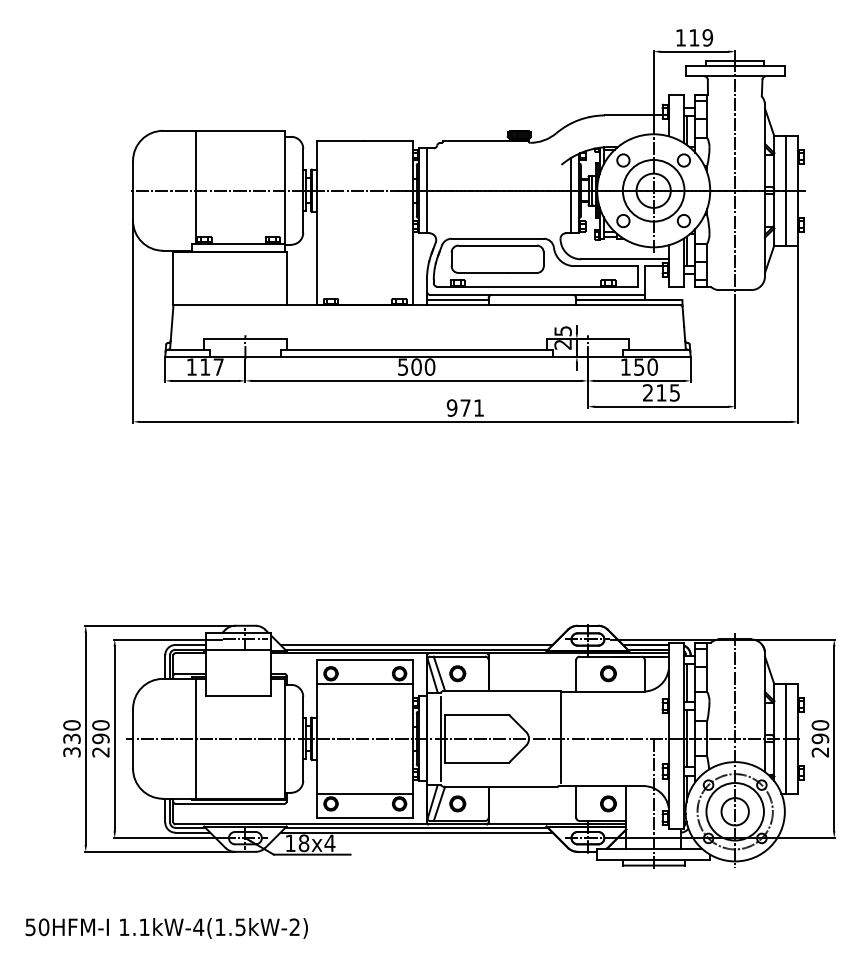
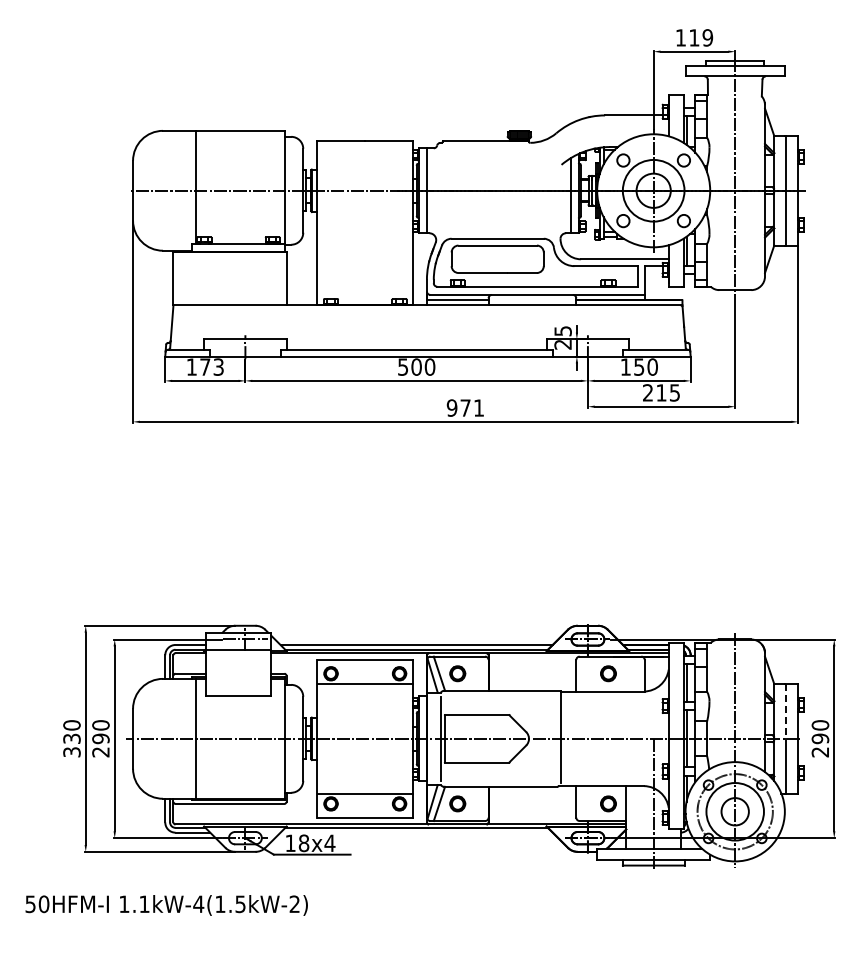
text at (211, 366): 117 -> 173
line at (785, 711): solid -> dashed
line at (416, 832): present -> none
text at (166, 928) position: (166, 928) -> (166, 905)
